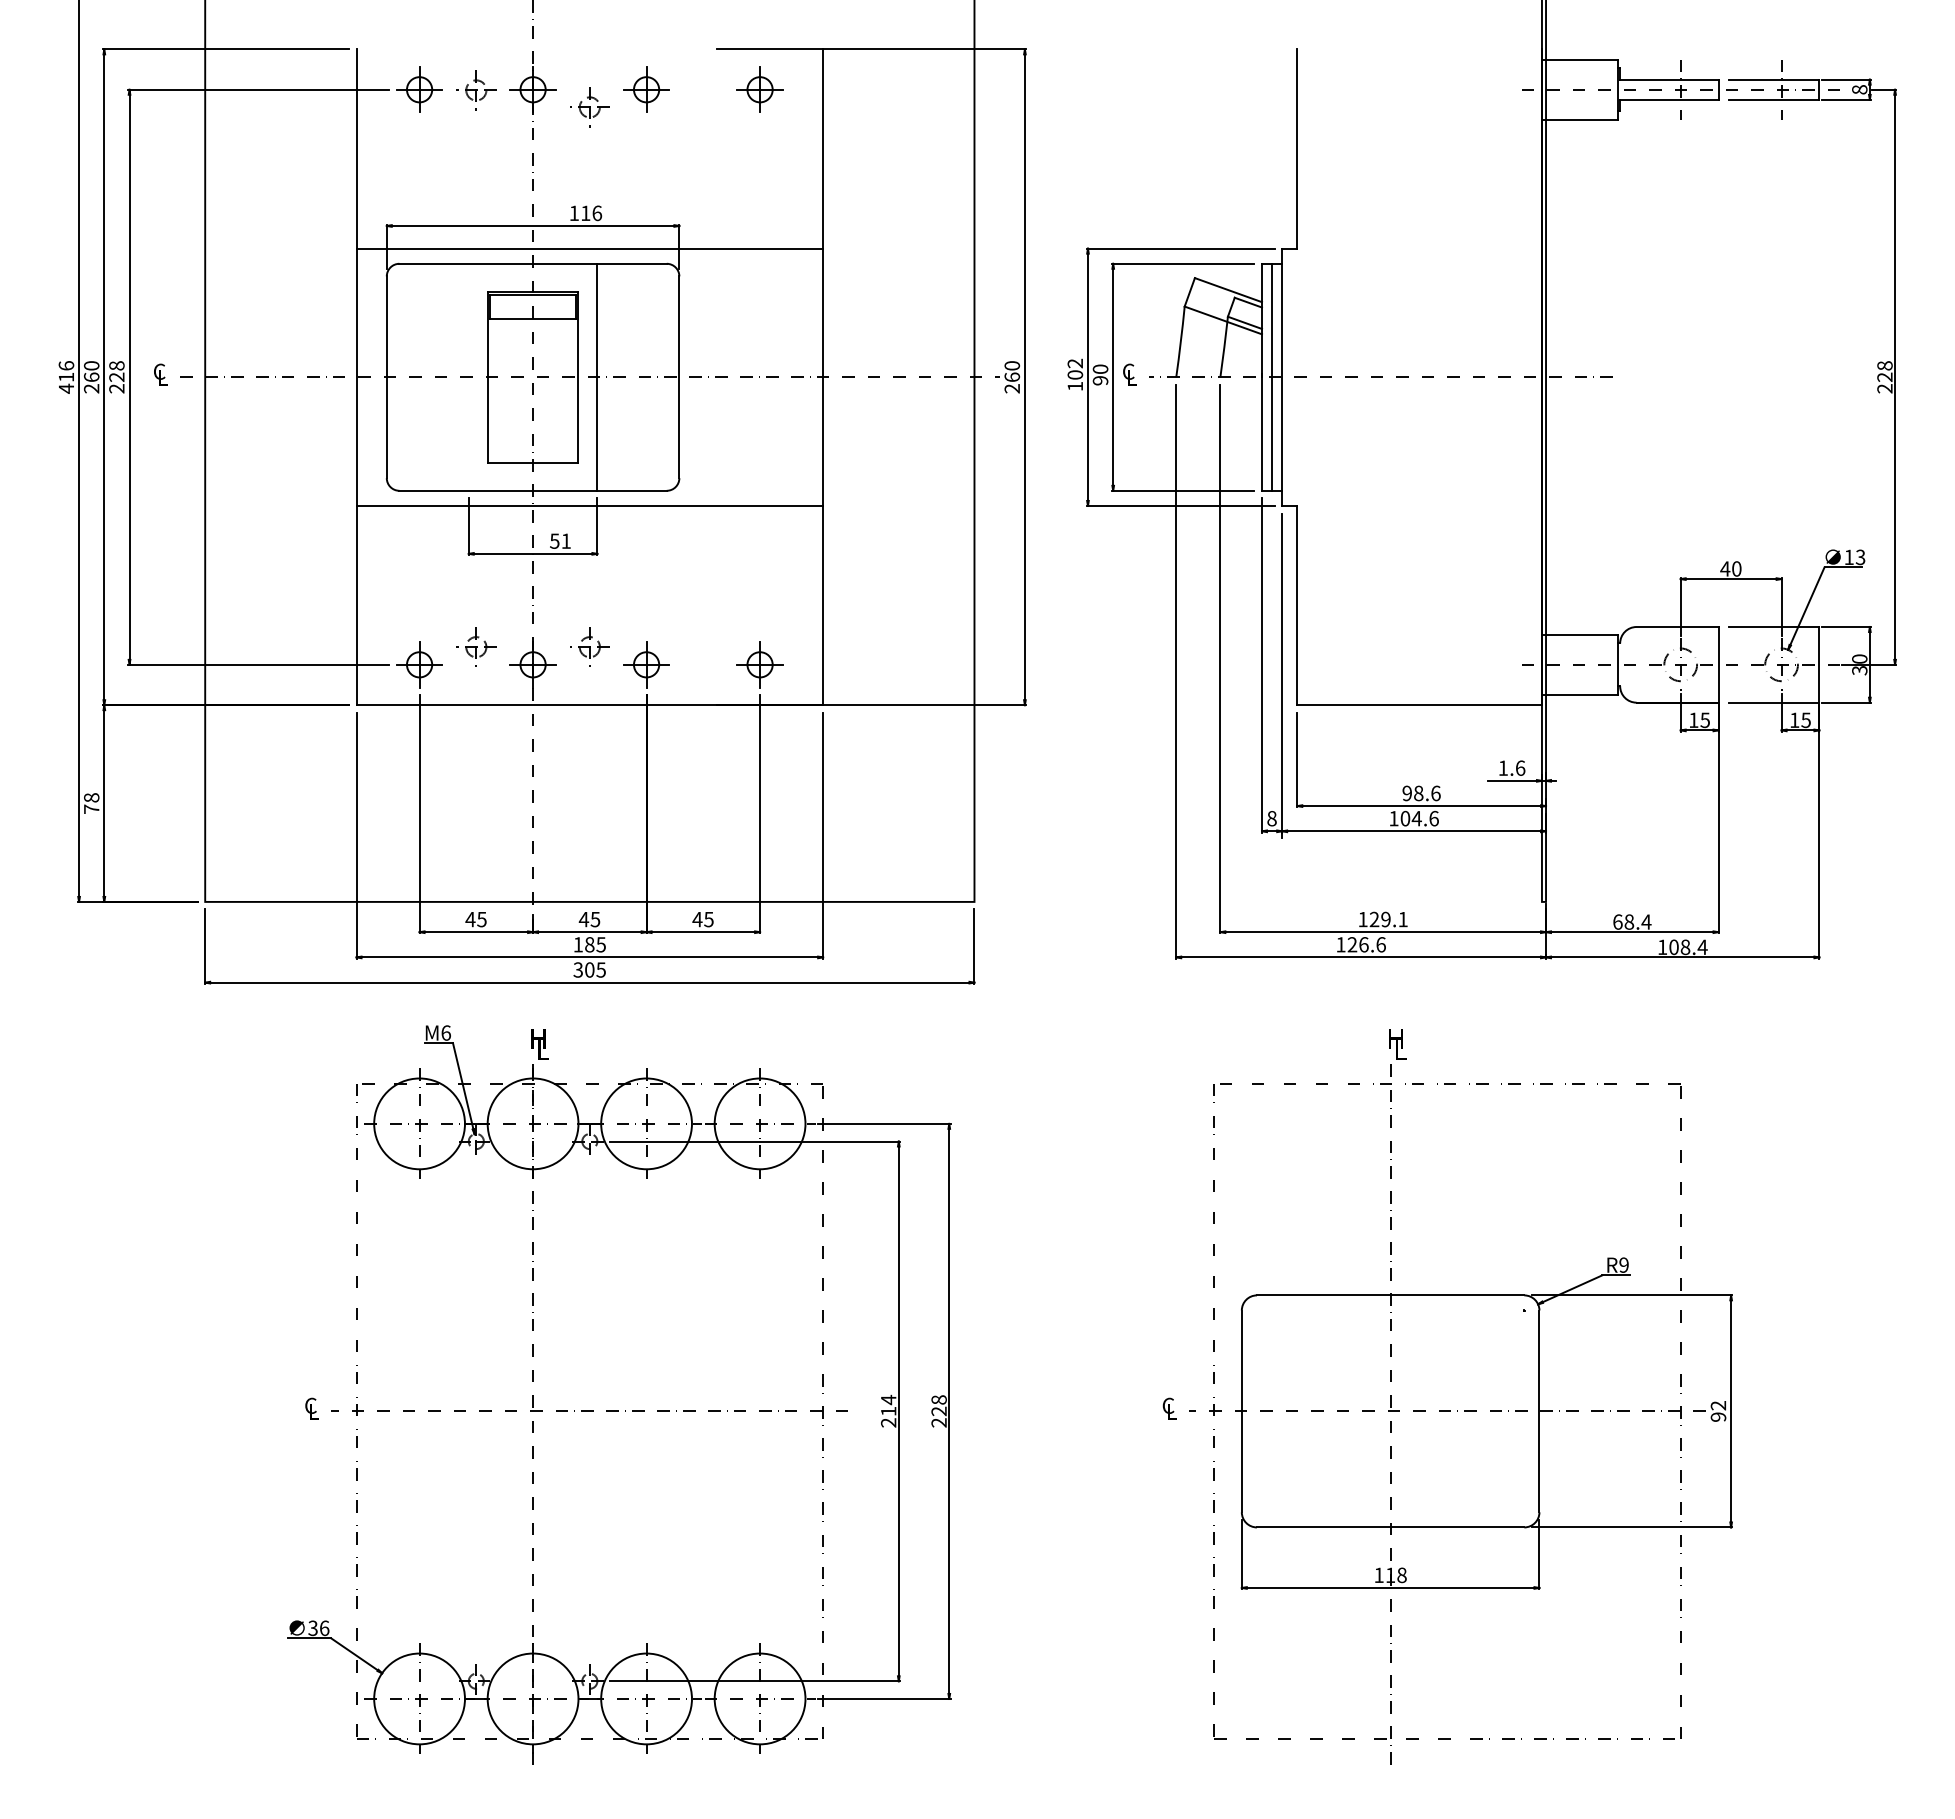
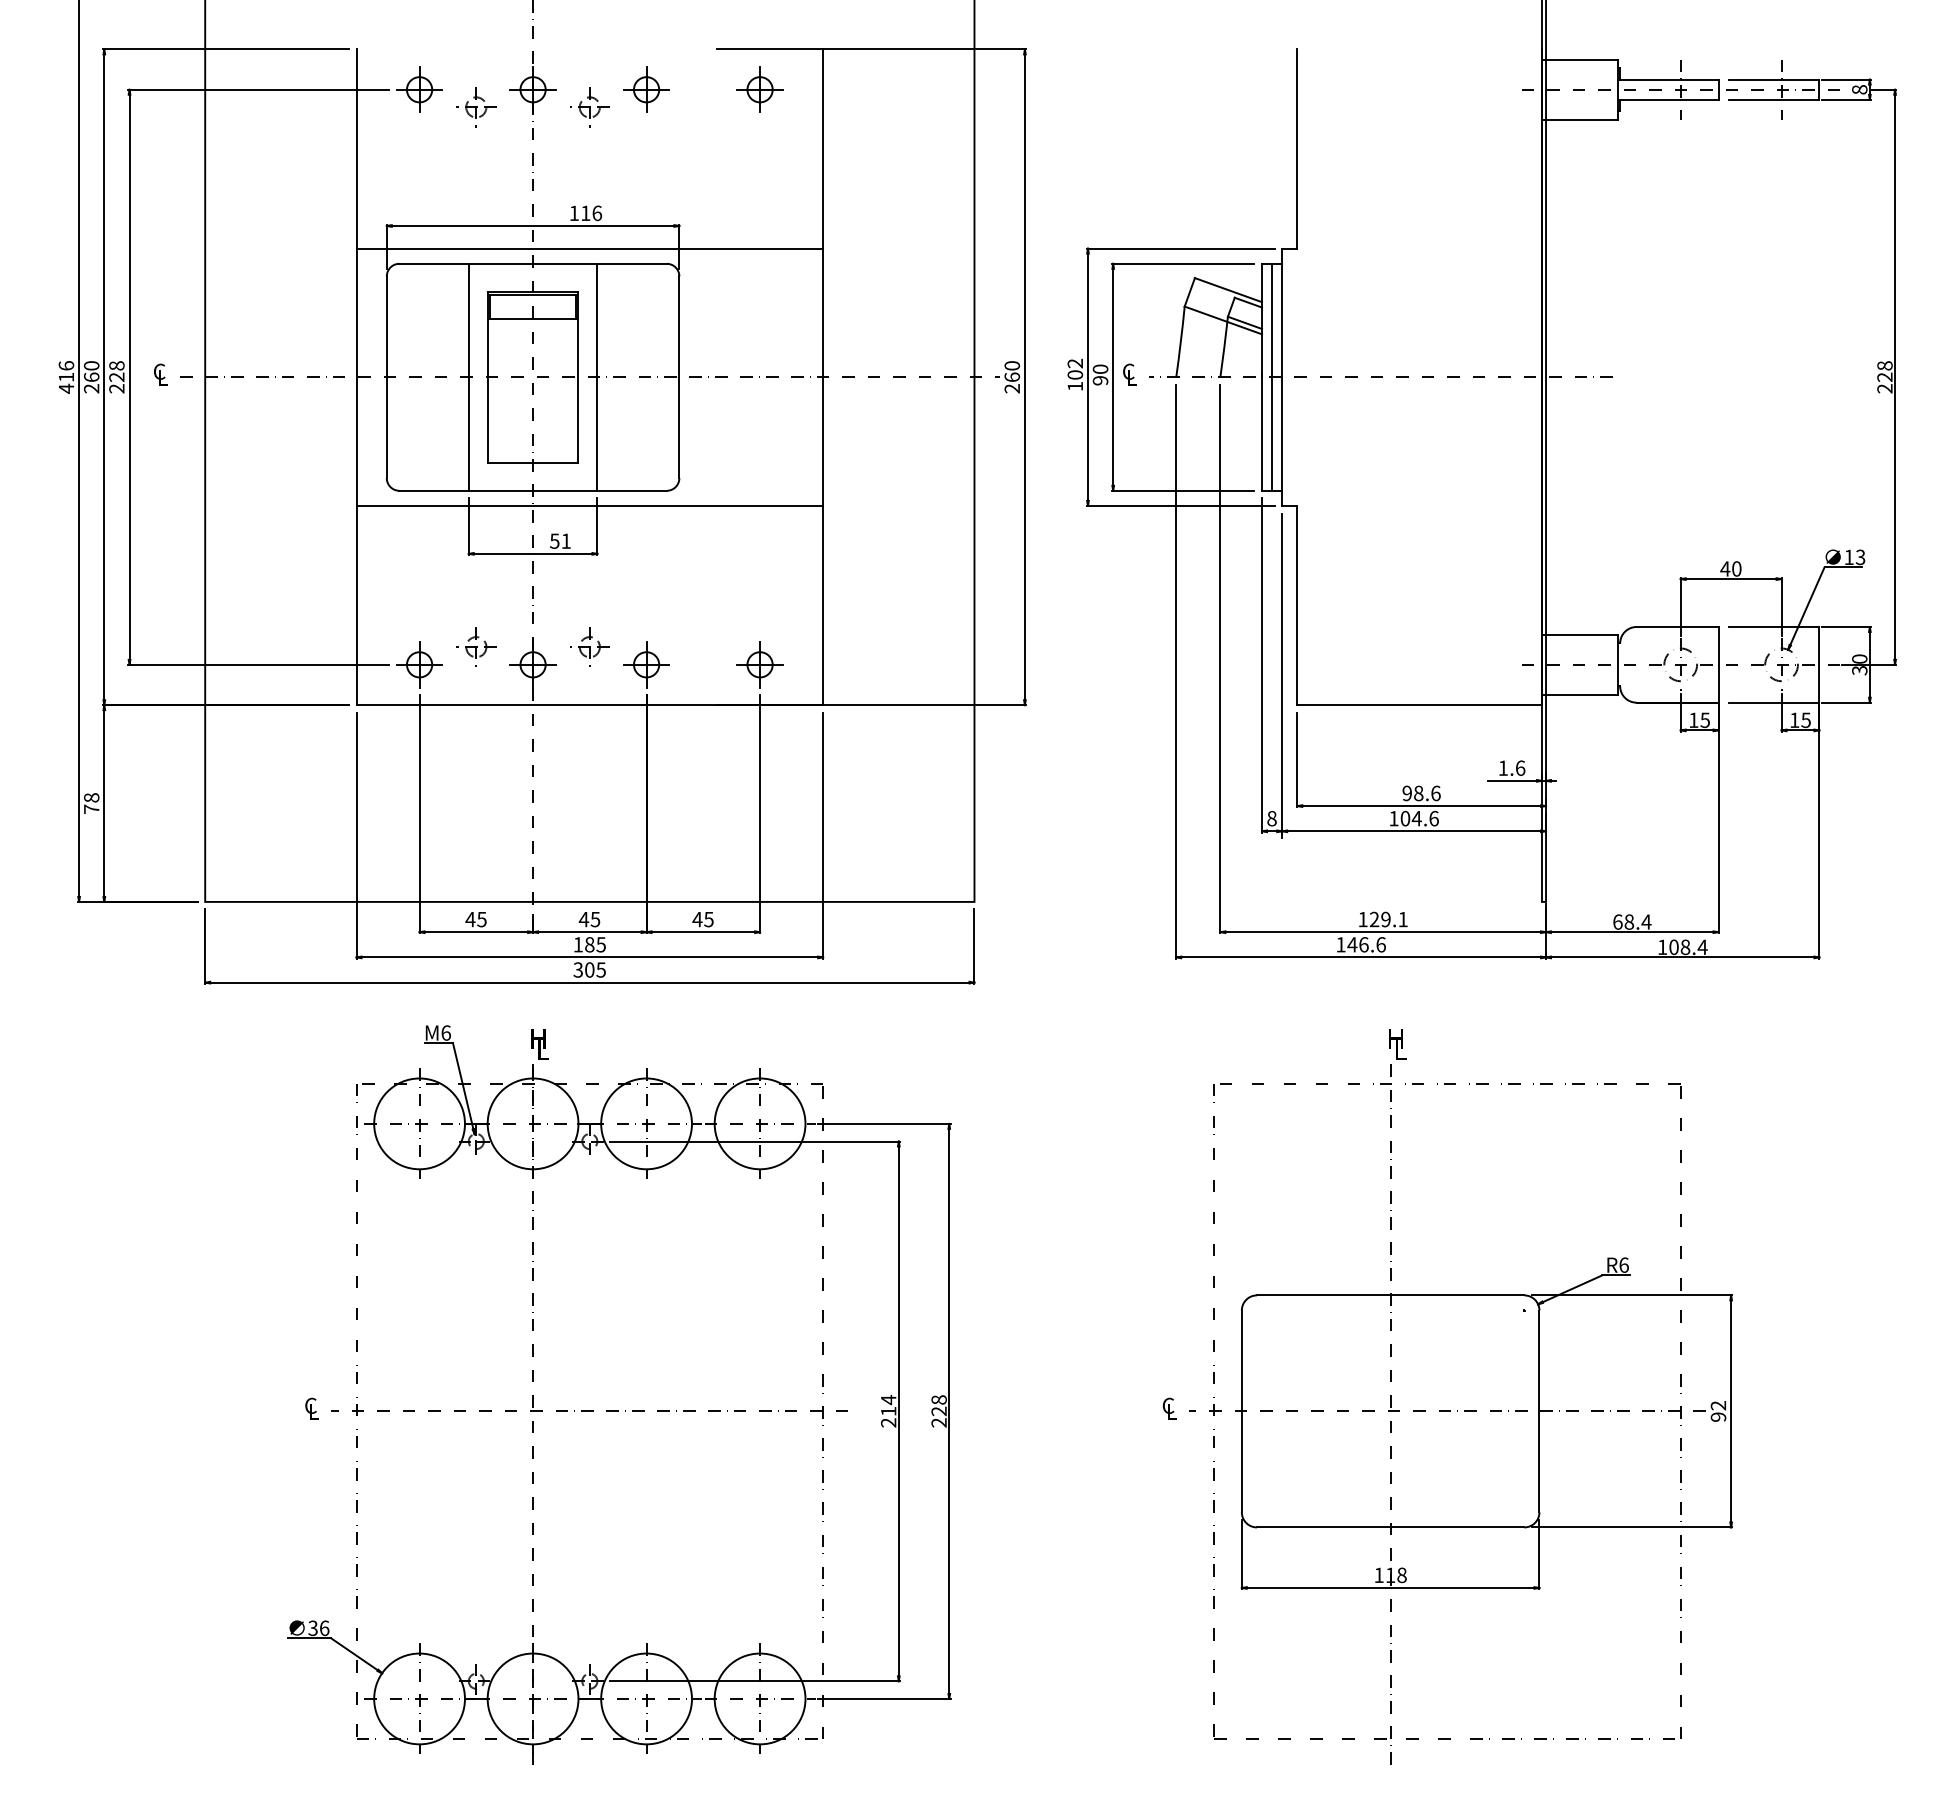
part at (476, 90) position: (476, 90) -> (476, 107)
line at (468, 376): none -> present
text at (1352, 944): 126.6 -> 146.6
text at (1623, 1264): R9 -> R6
